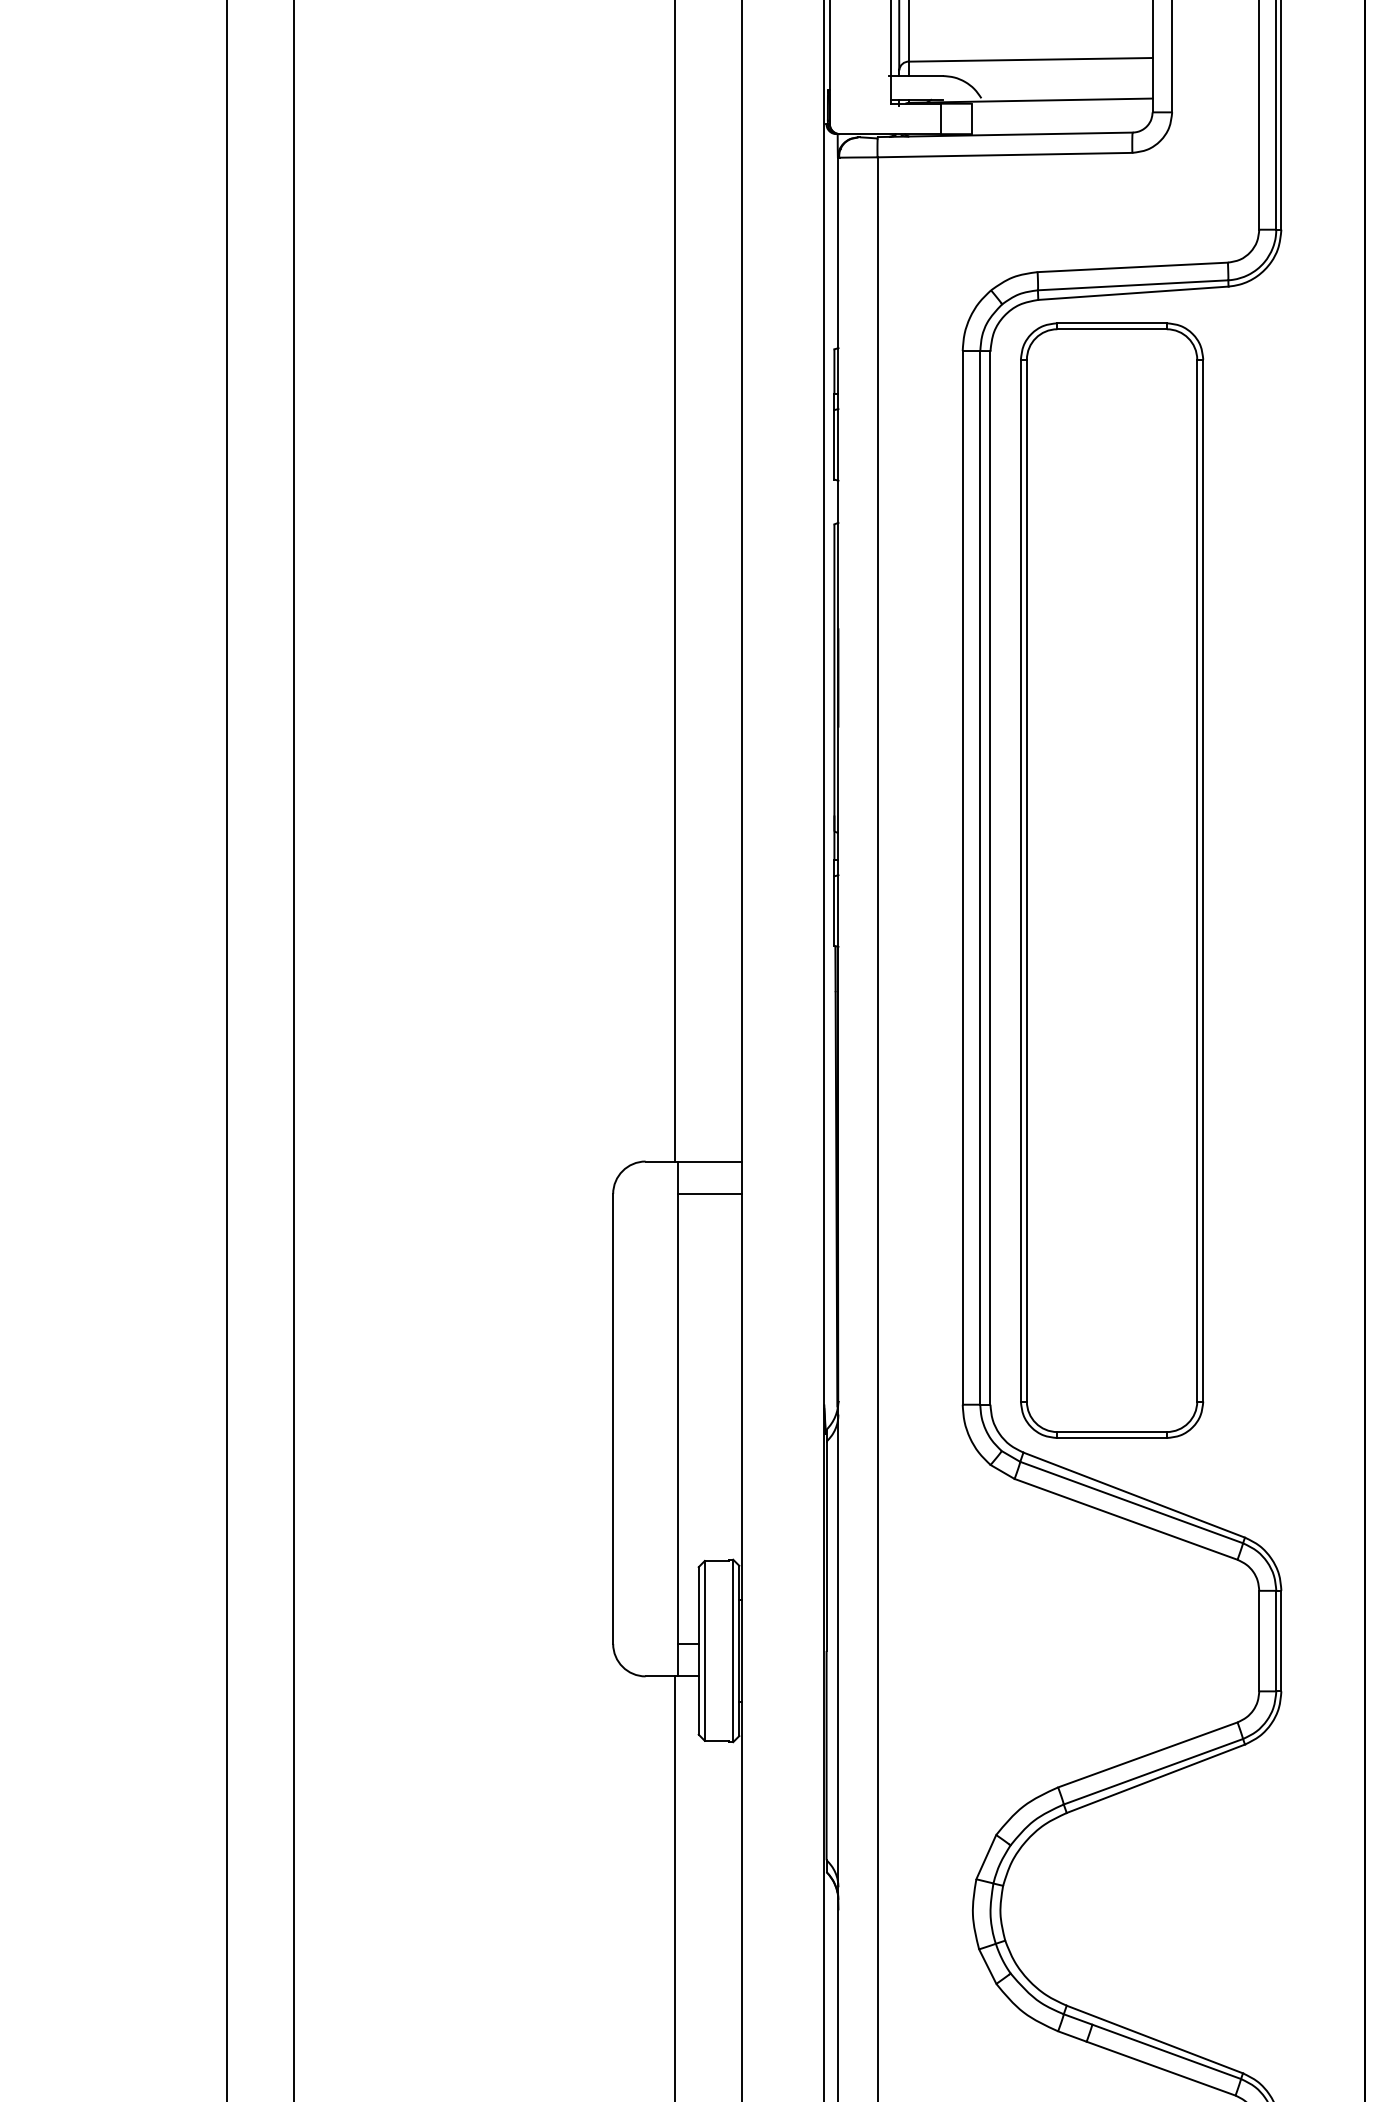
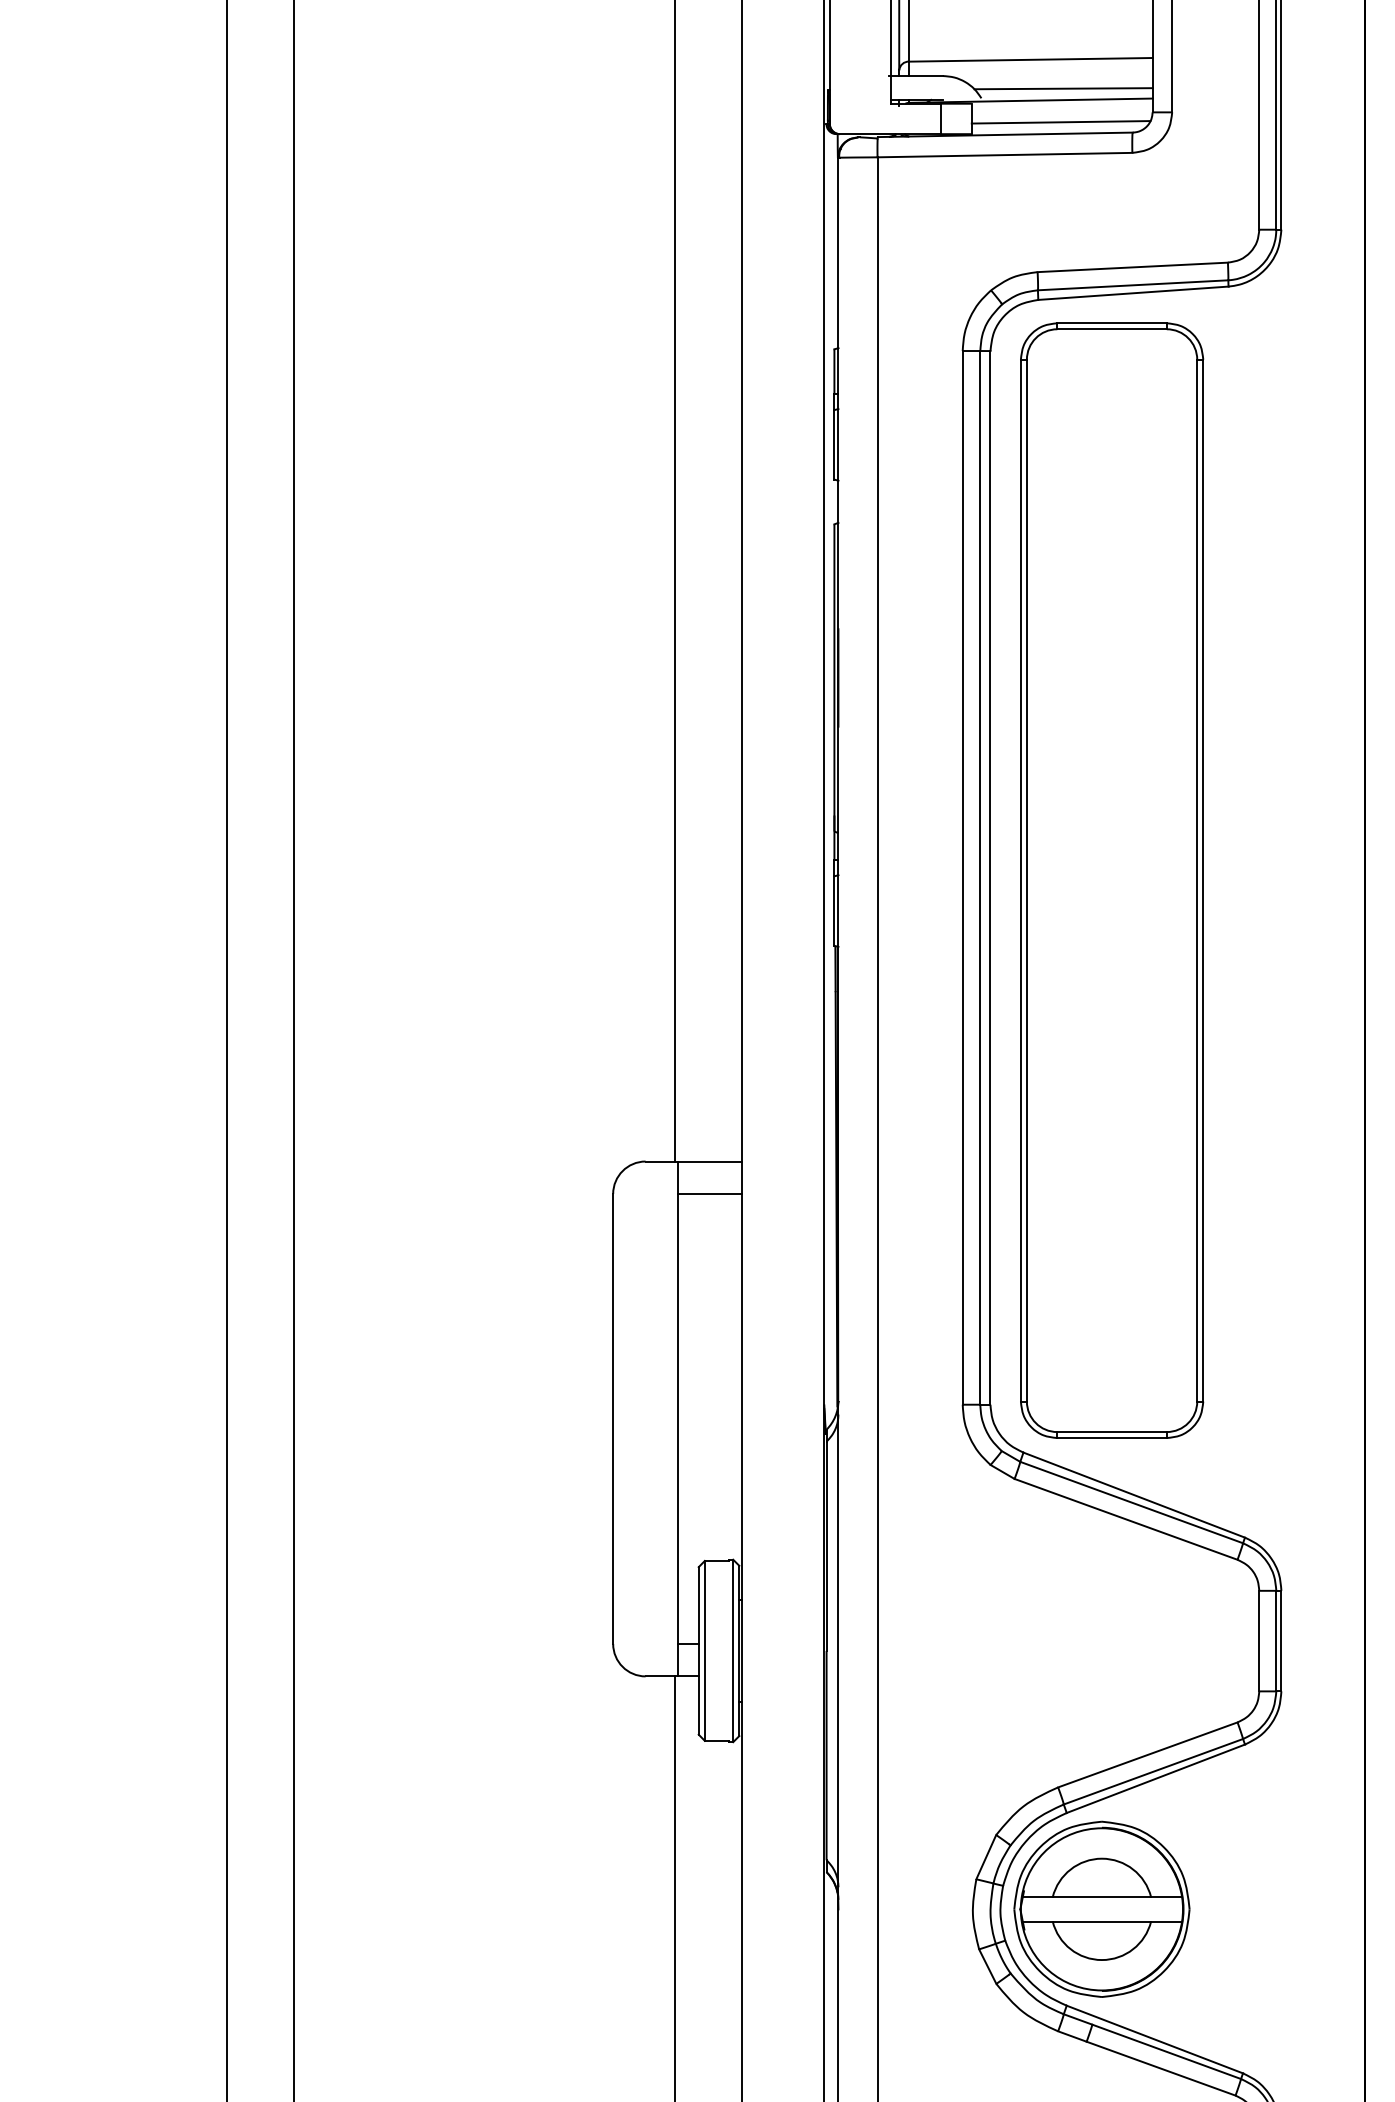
line at (1063, 88): none -> present
line at (1060, 122): none -> present
part at (1101, 1908): none -> present
